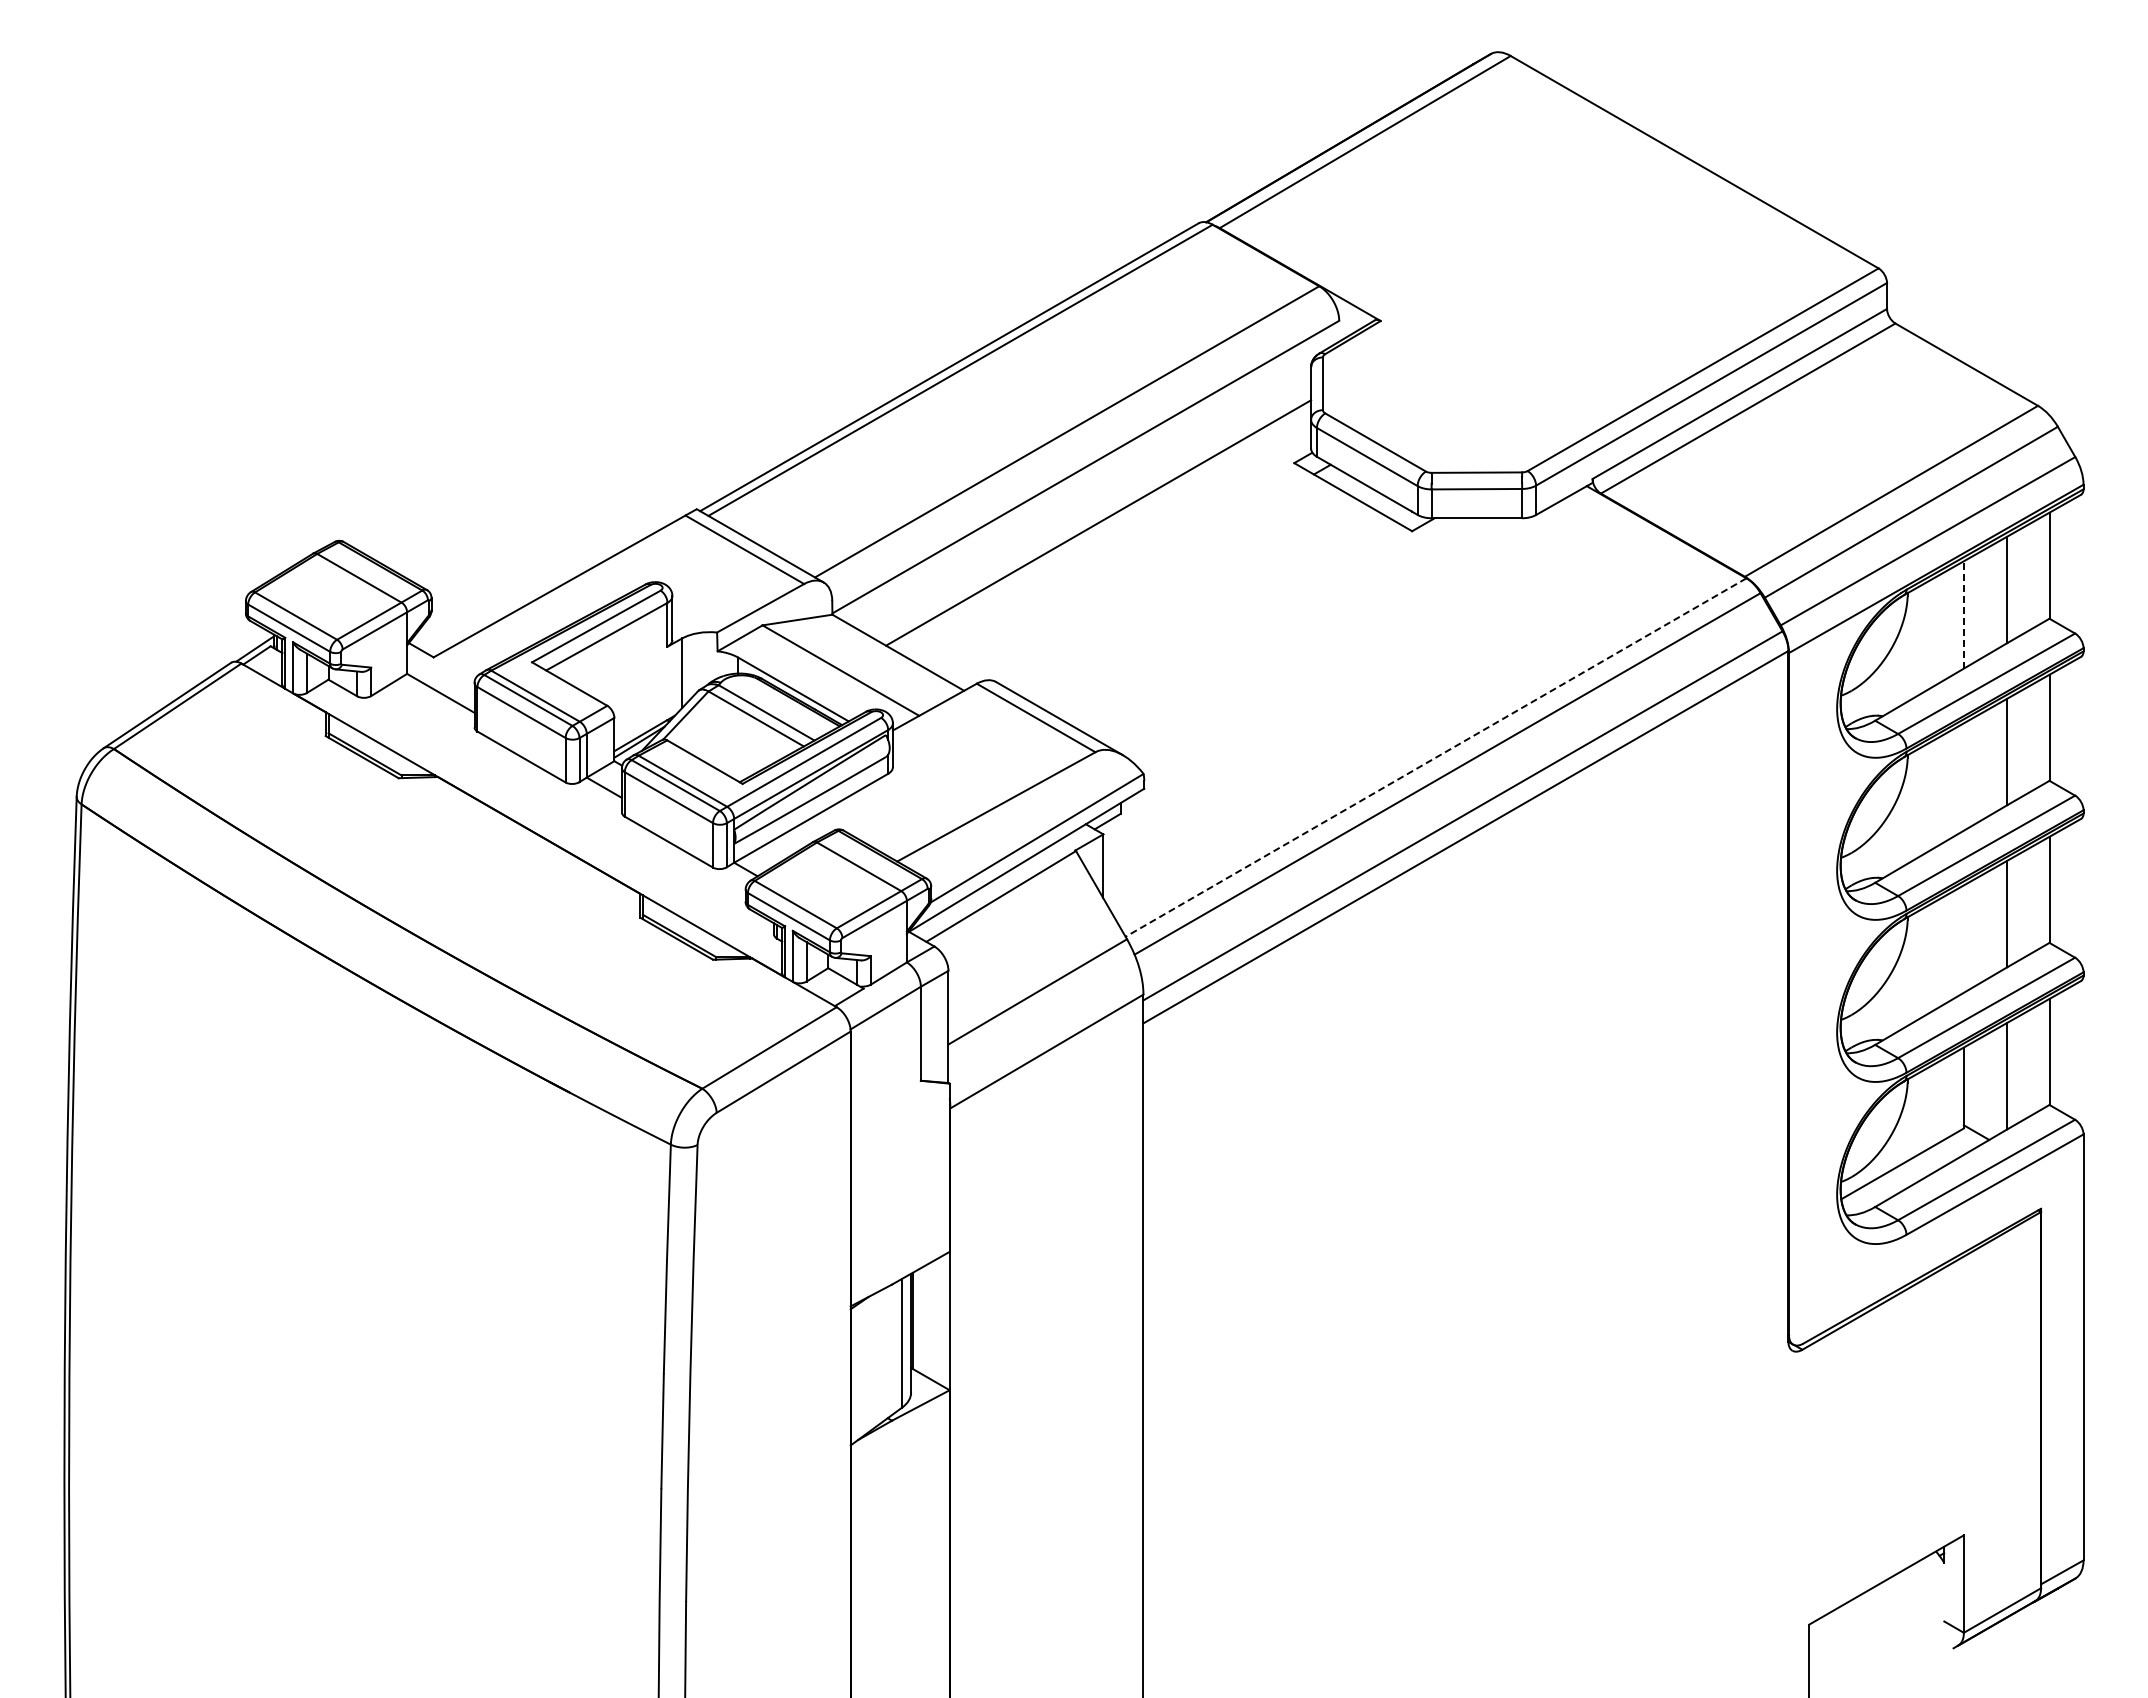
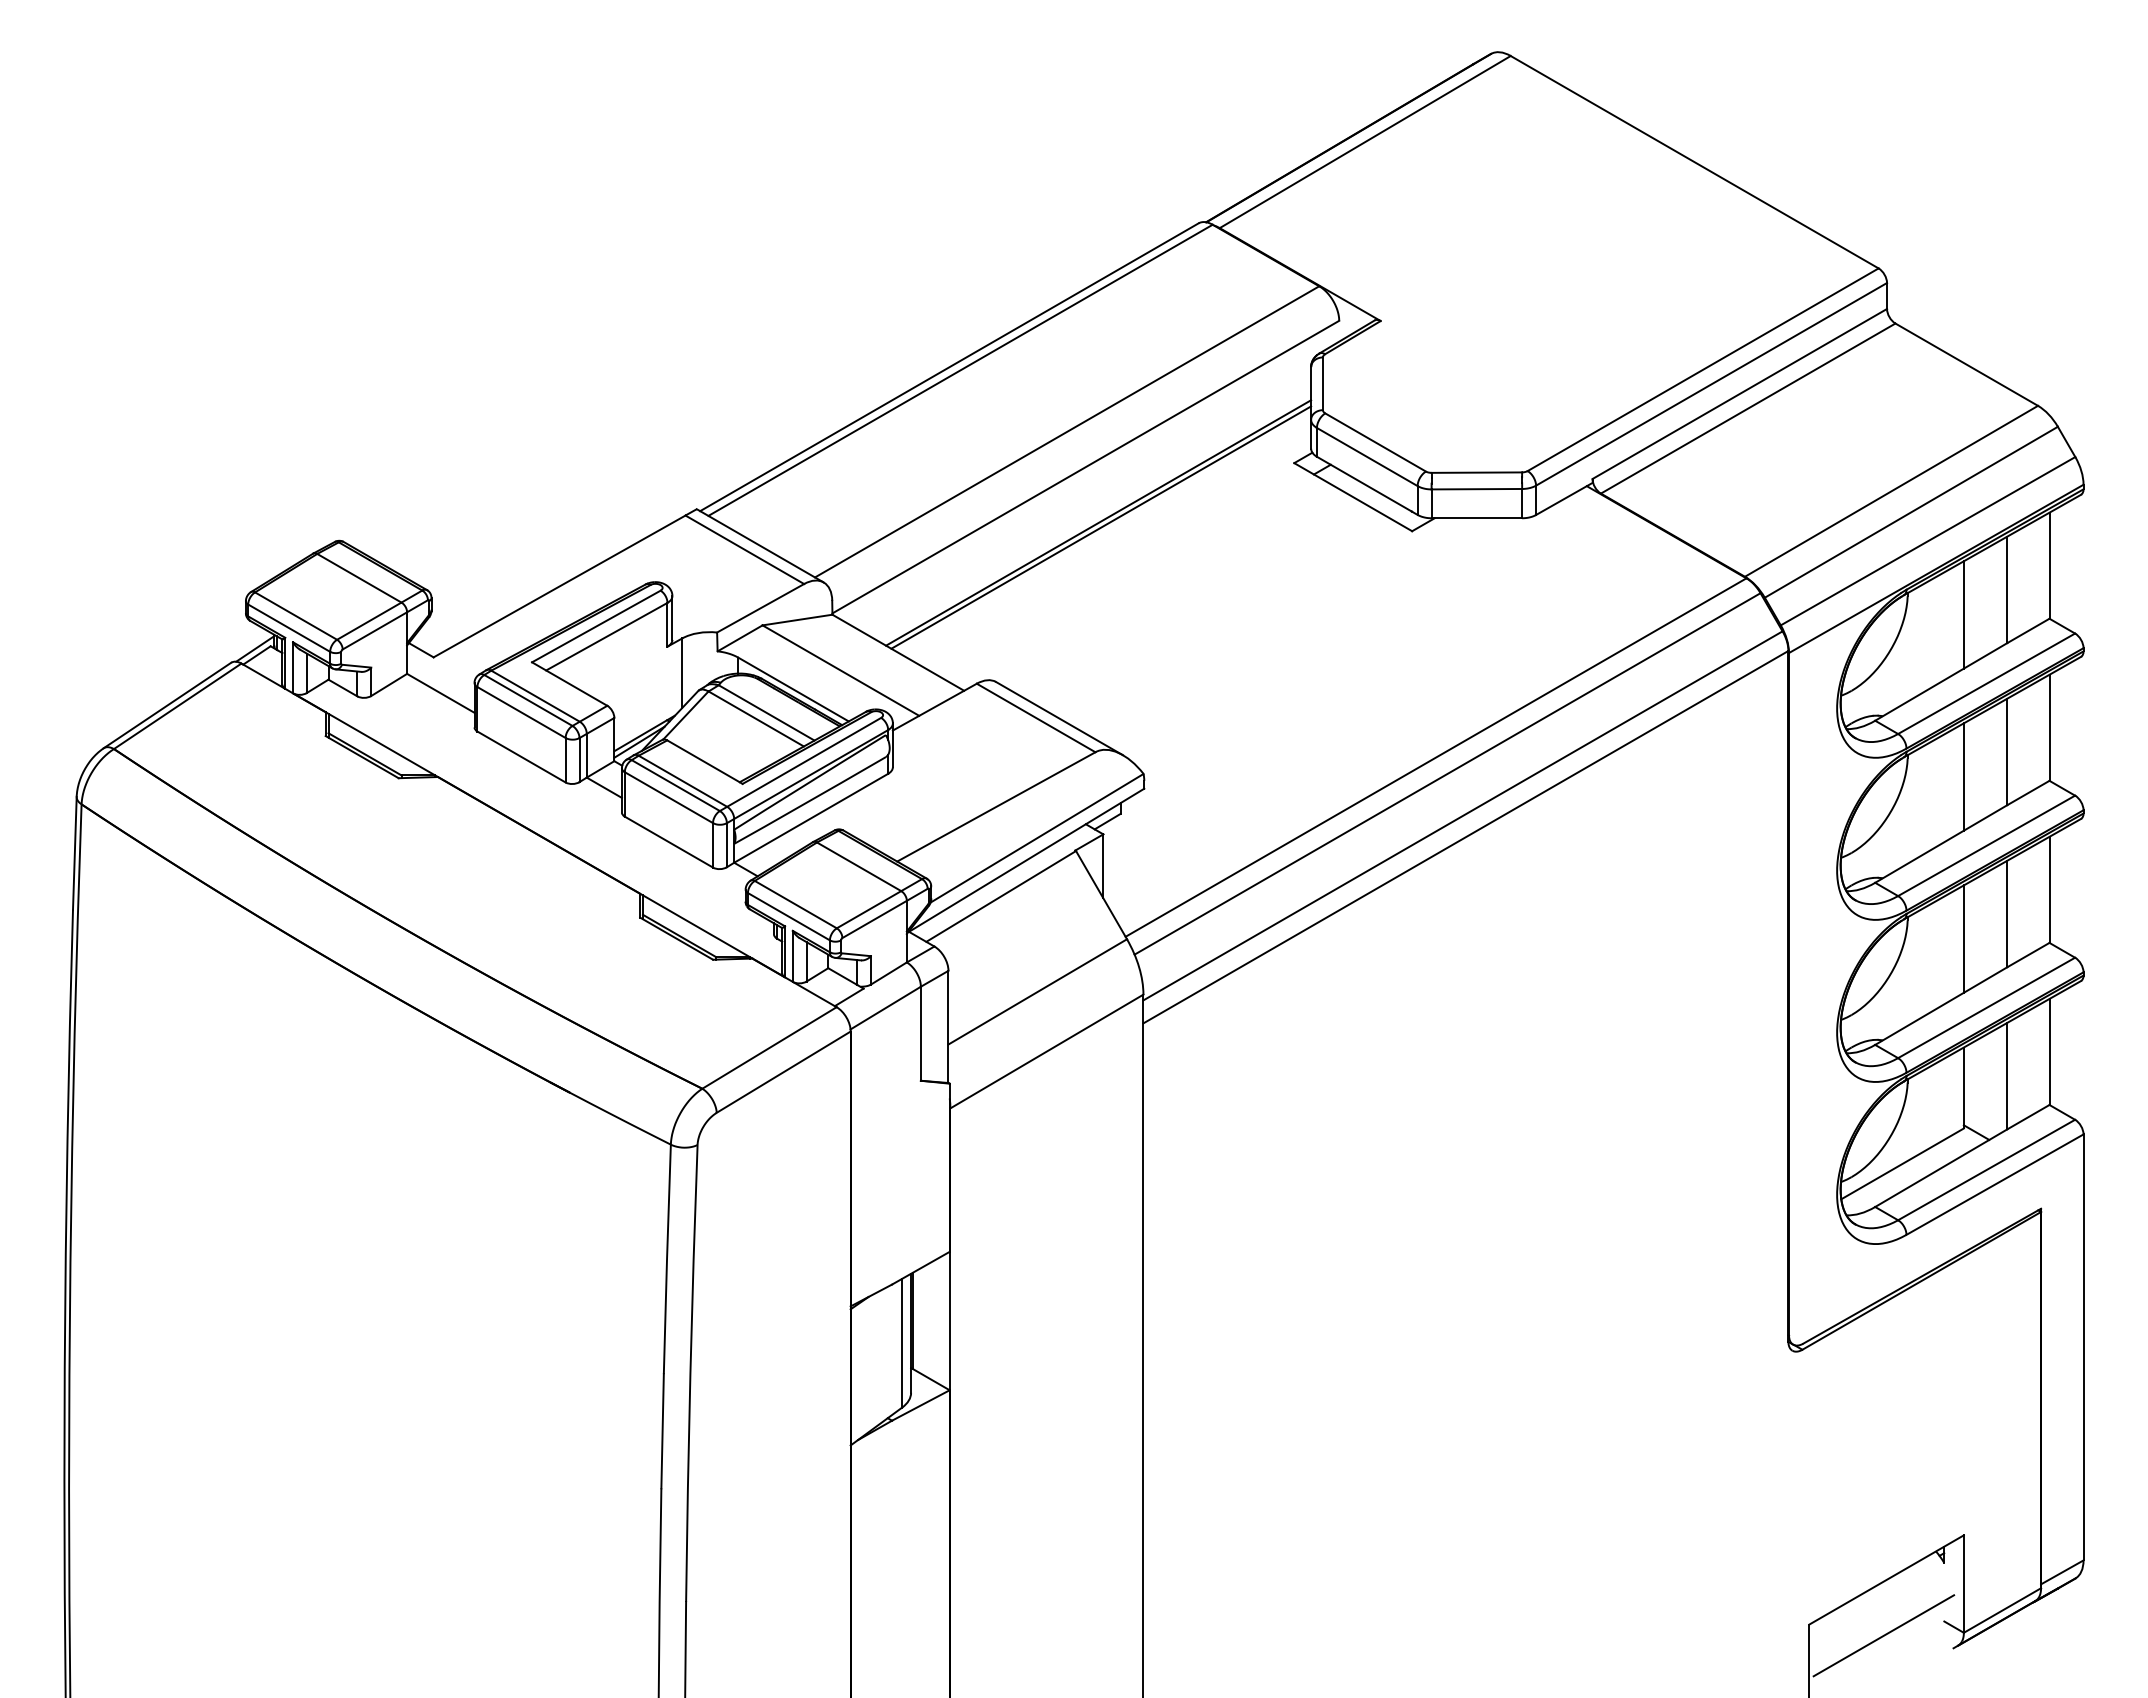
line at (1101, 527): none -> present
line at (1963, 614): dashed -> solid
line at (1435, 757): dashed -> solid
line at (1963, 776): none -> present
line at (1963, 938): none -> present
line at (1883, 1635): none -> present
